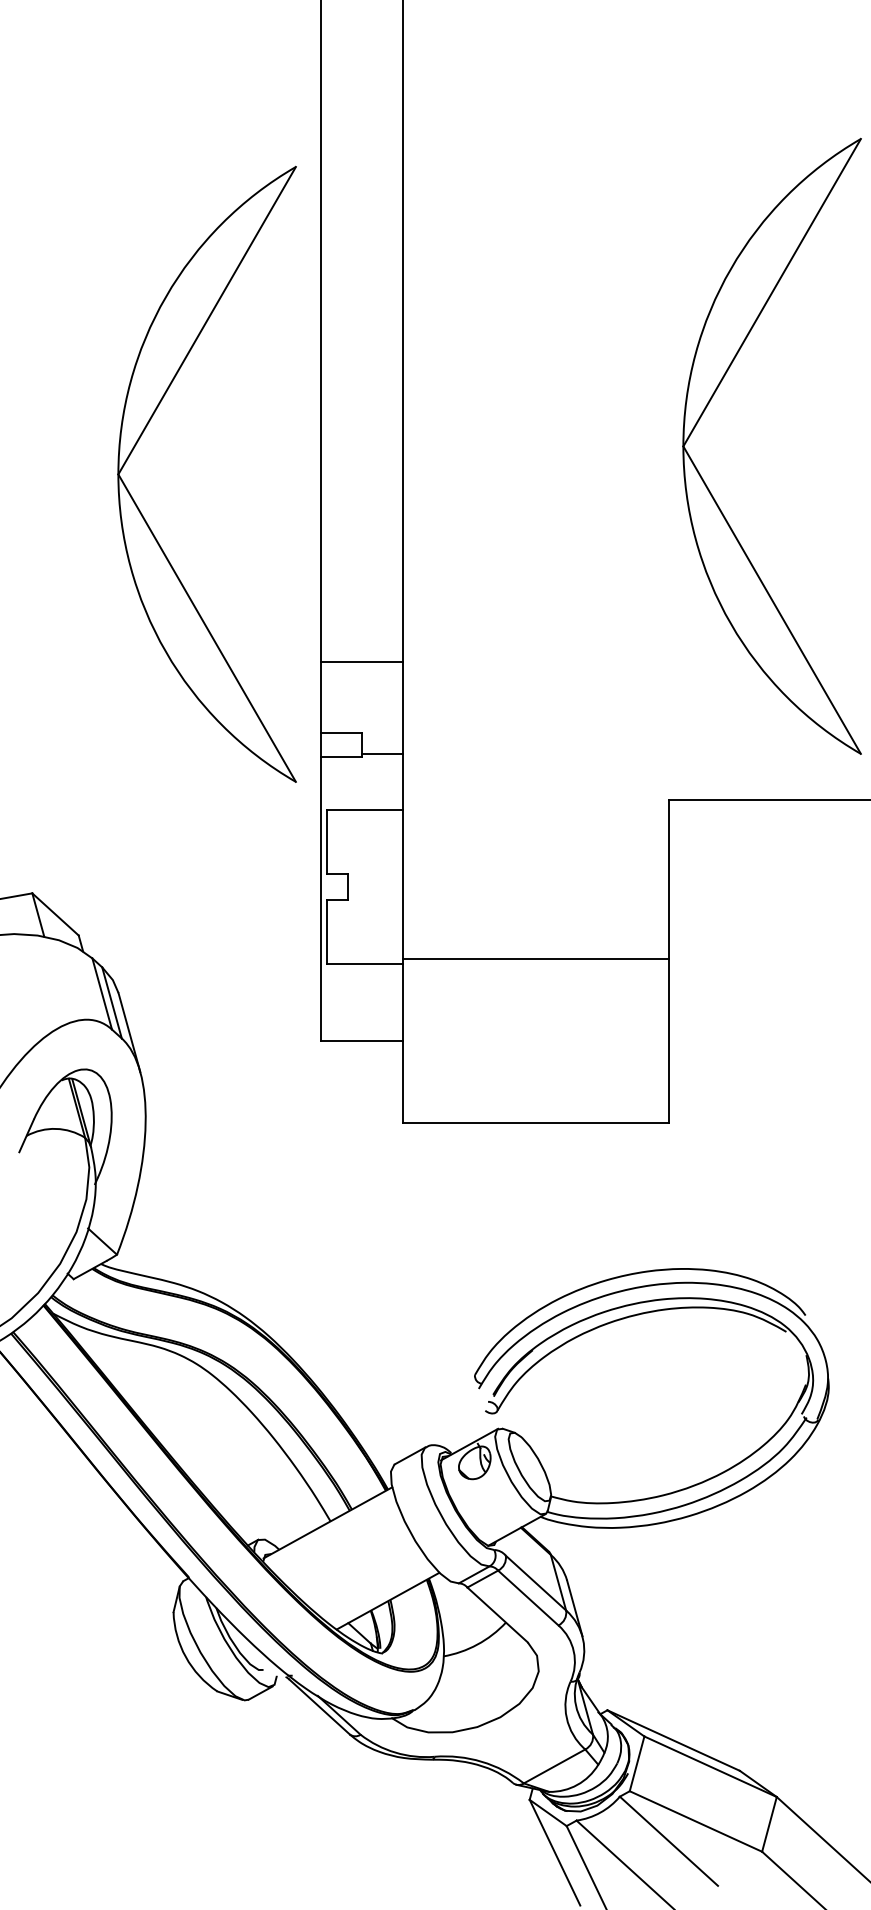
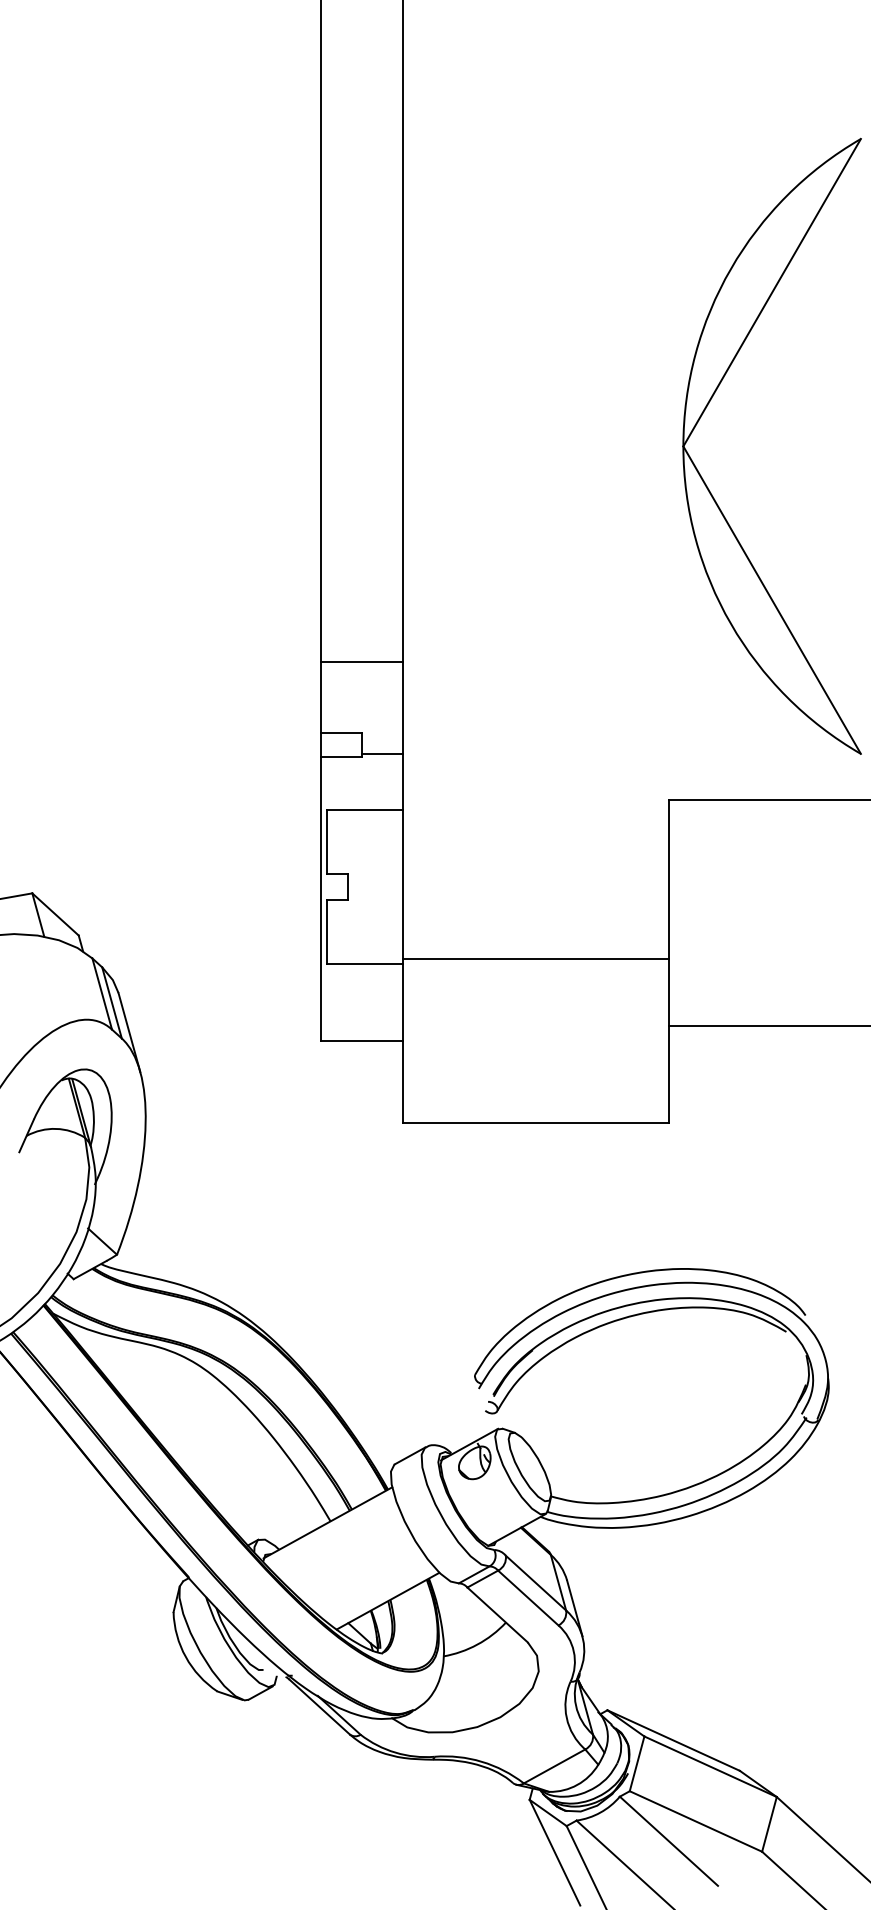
part at (143, 433): present -> none
line at (768, 1025): none -> present
